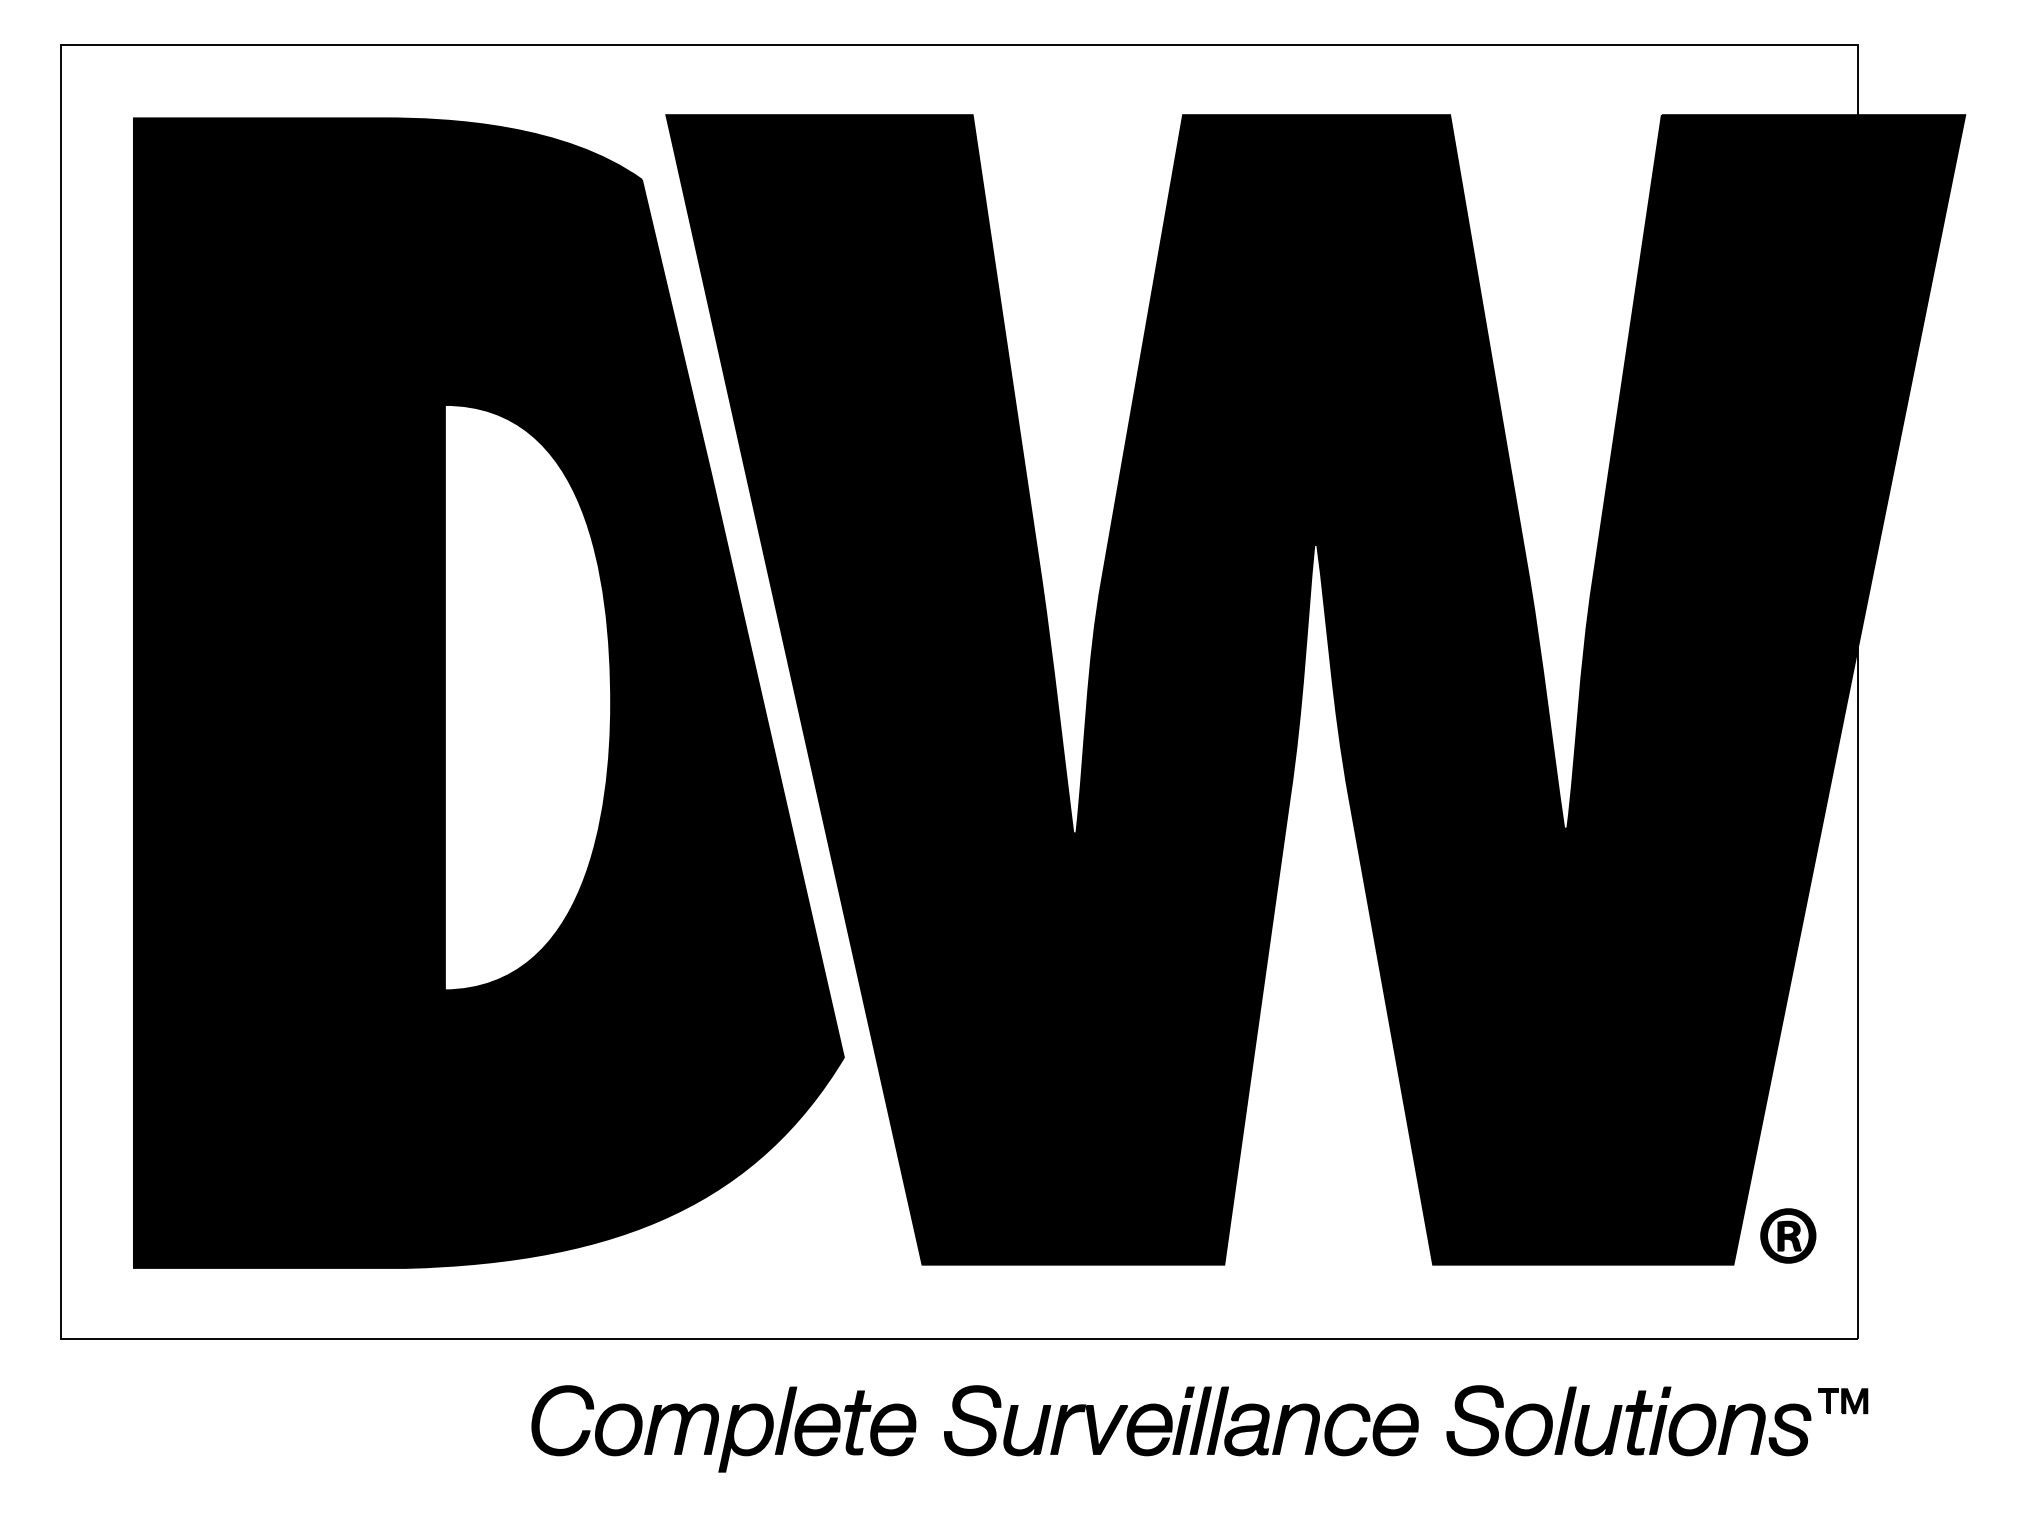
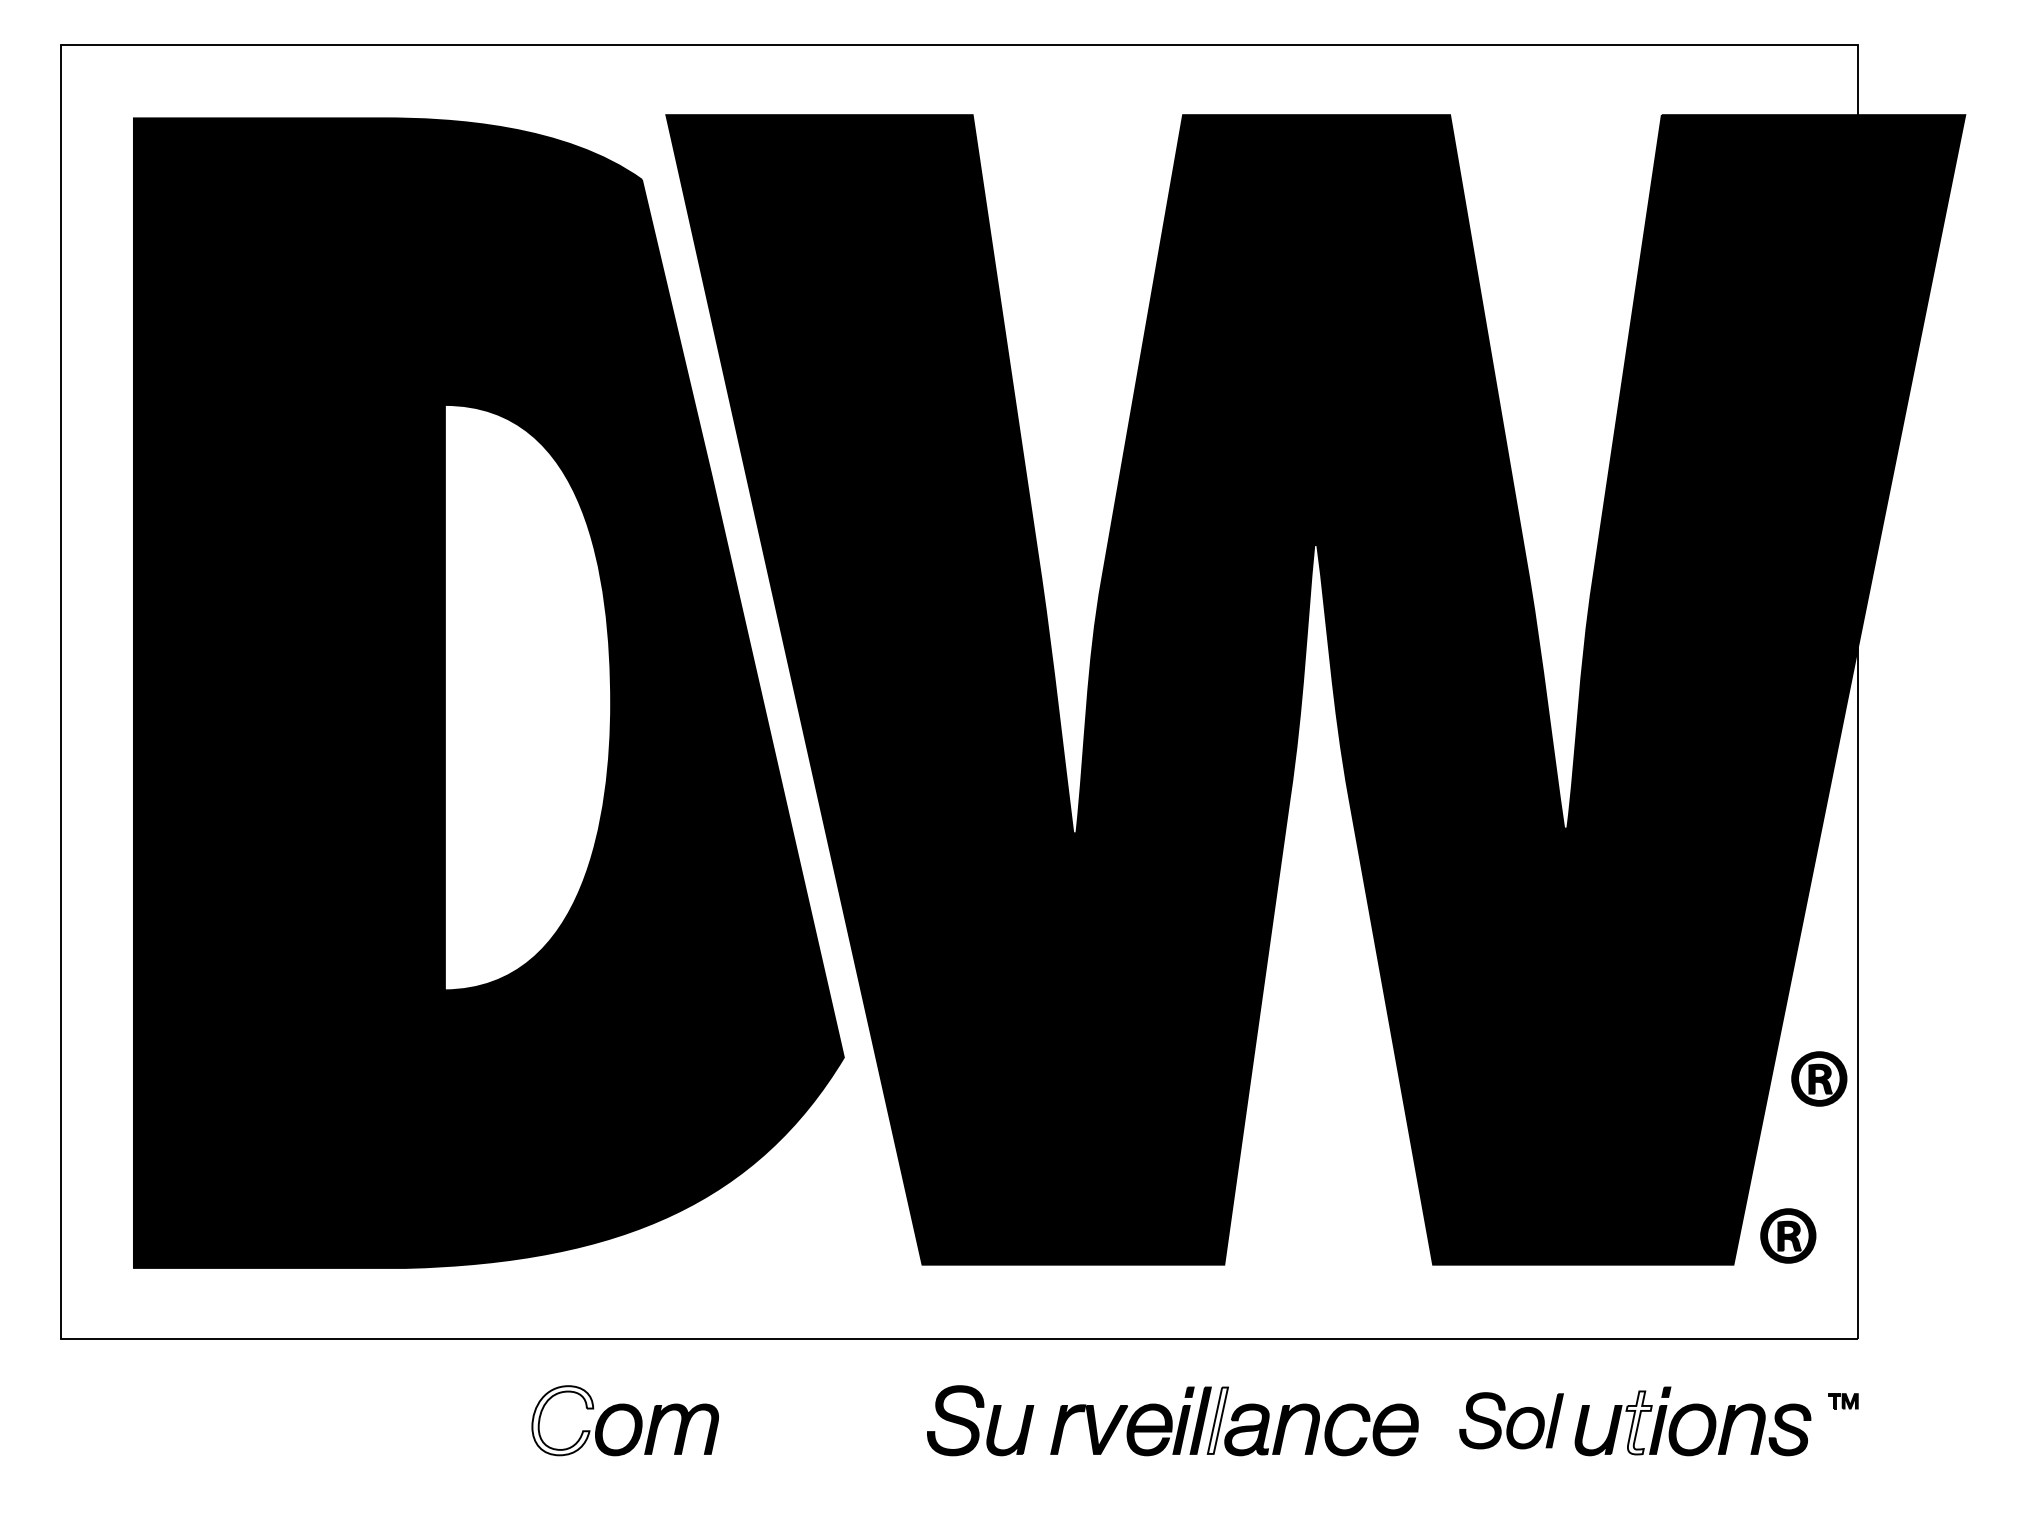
part at (1819, 1078): none -> present
part at (1843, 1401) size: 51x27 px -> 31x17 px
fill at (562, 1420): present -> none
fill at (1217, 1420): present -> none
part at (1511, 1420) size: 131x72 px -> 105x58 px
fill at (1638, 1422): present -> none
part at (992, 1424) position: (992, 1424) -> (975, 1424)
part at (817, 1429): present -> none
